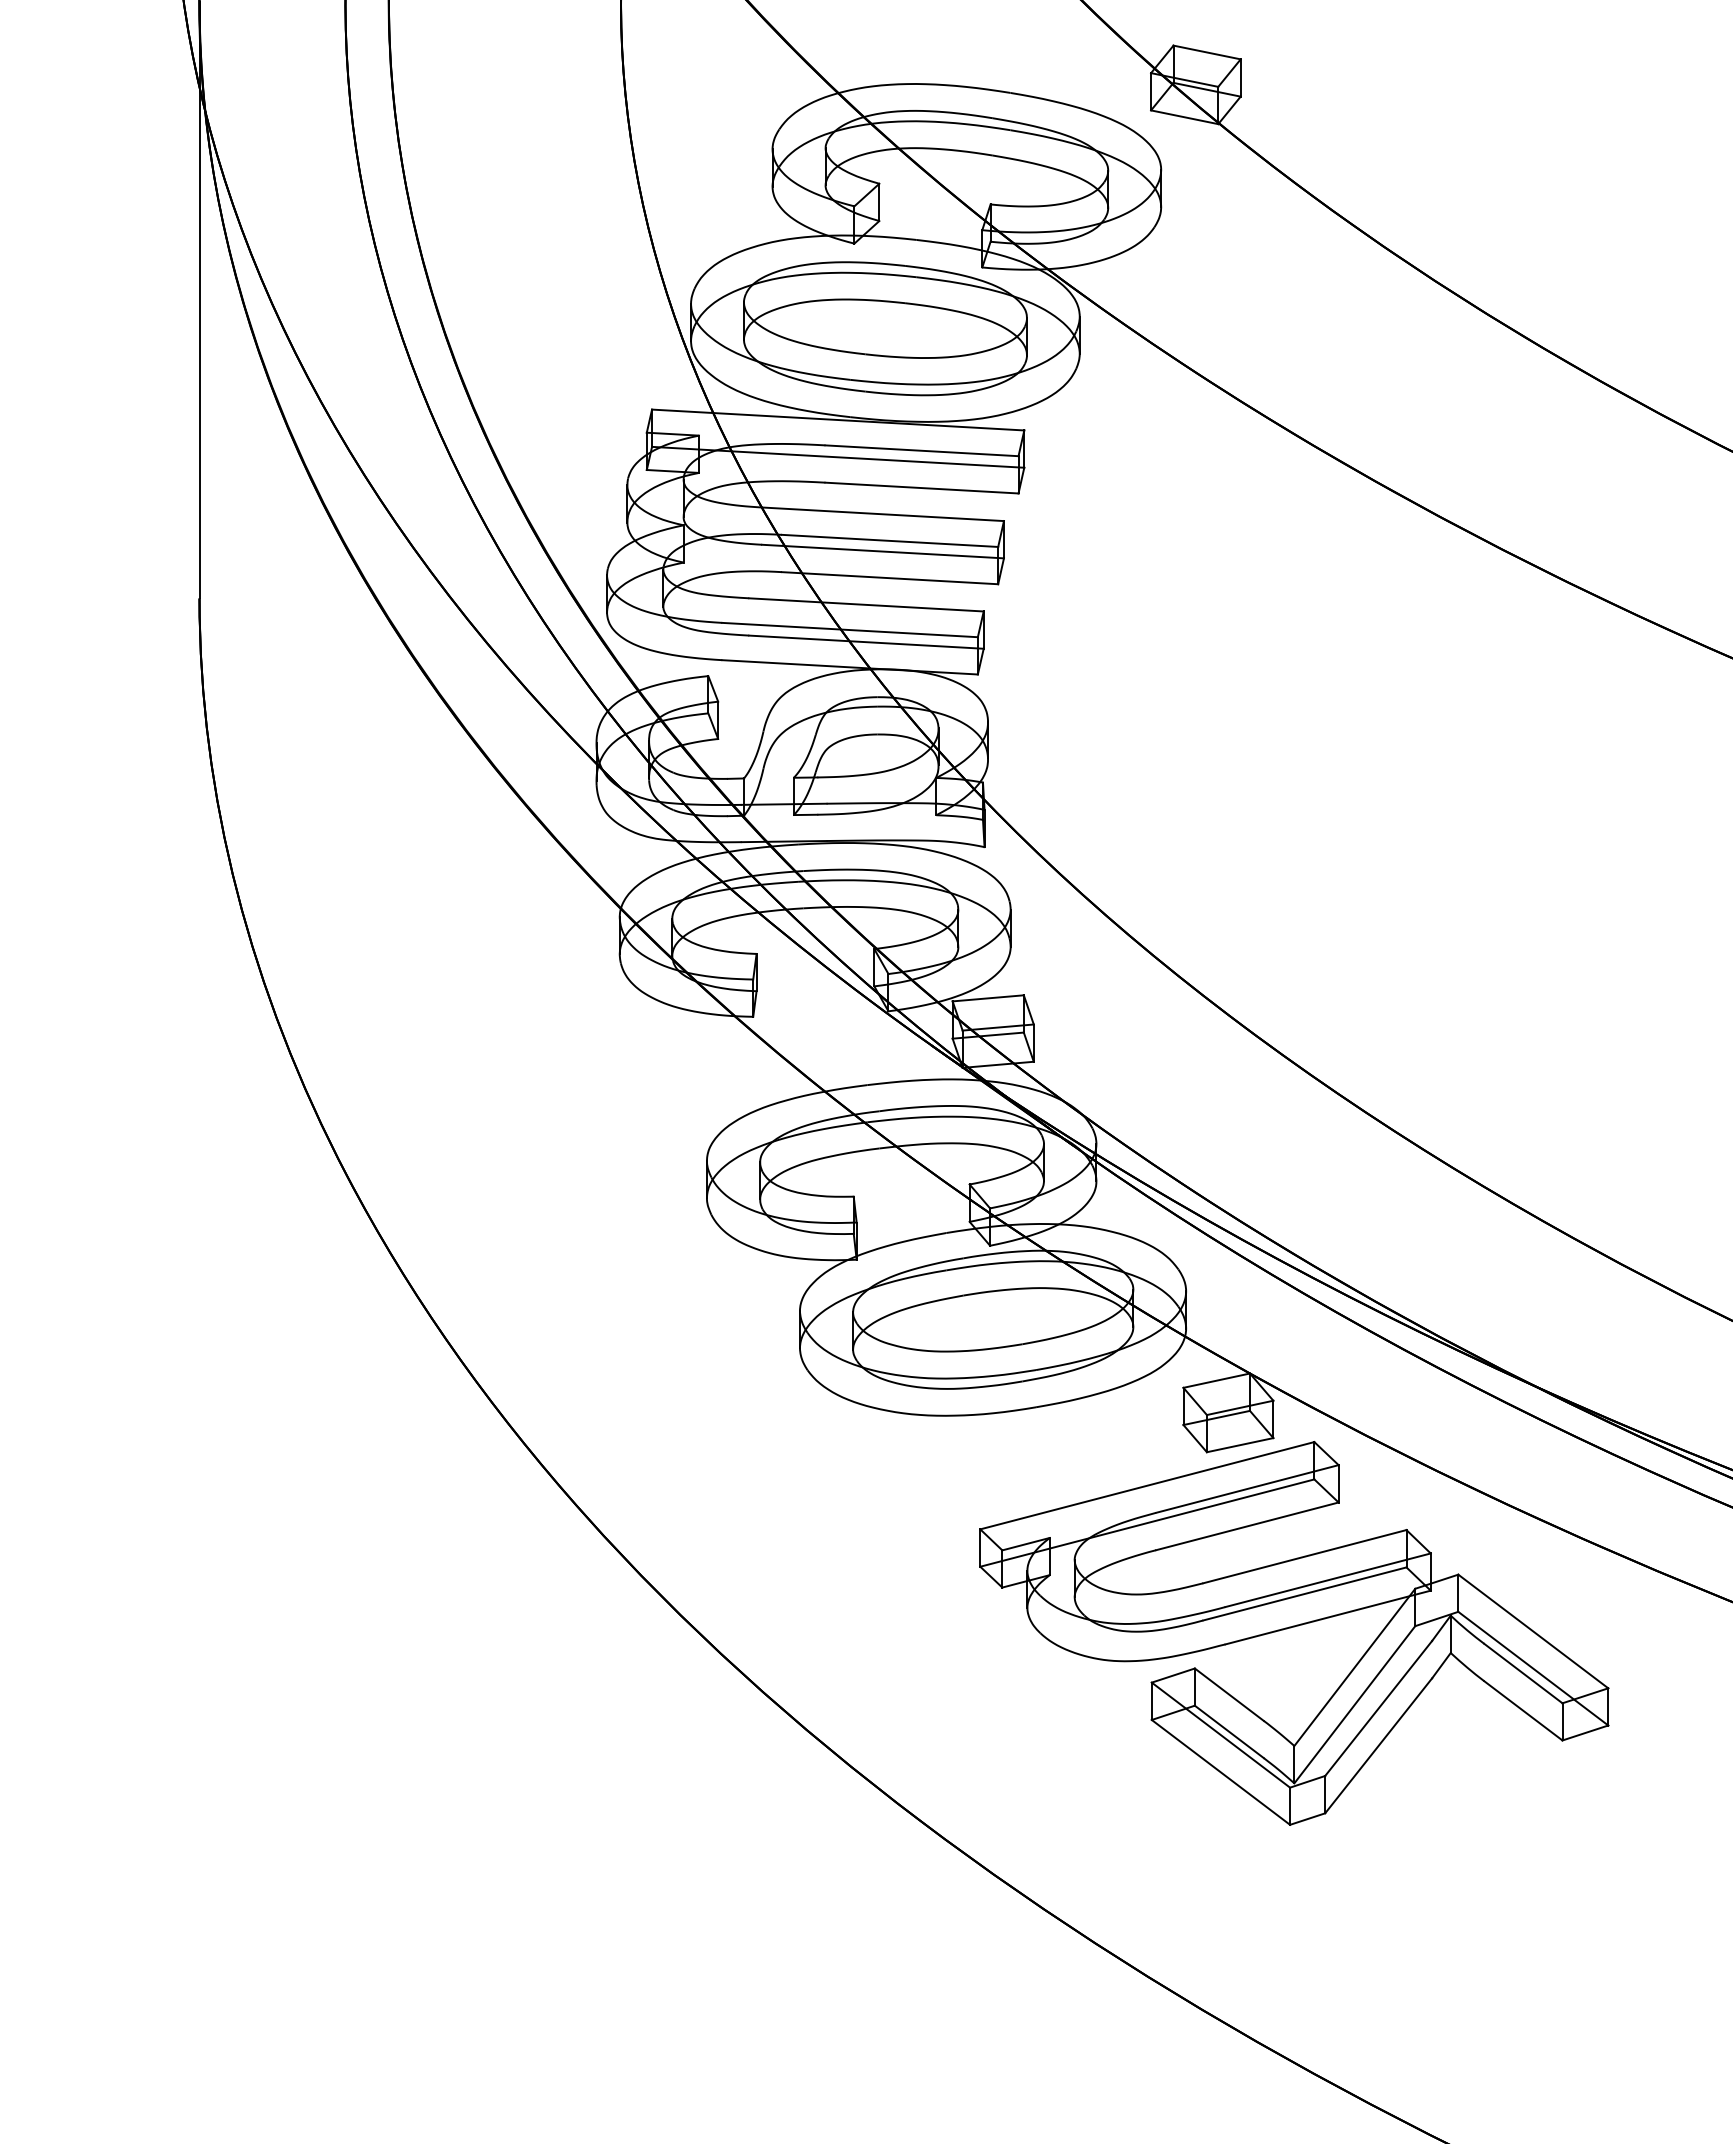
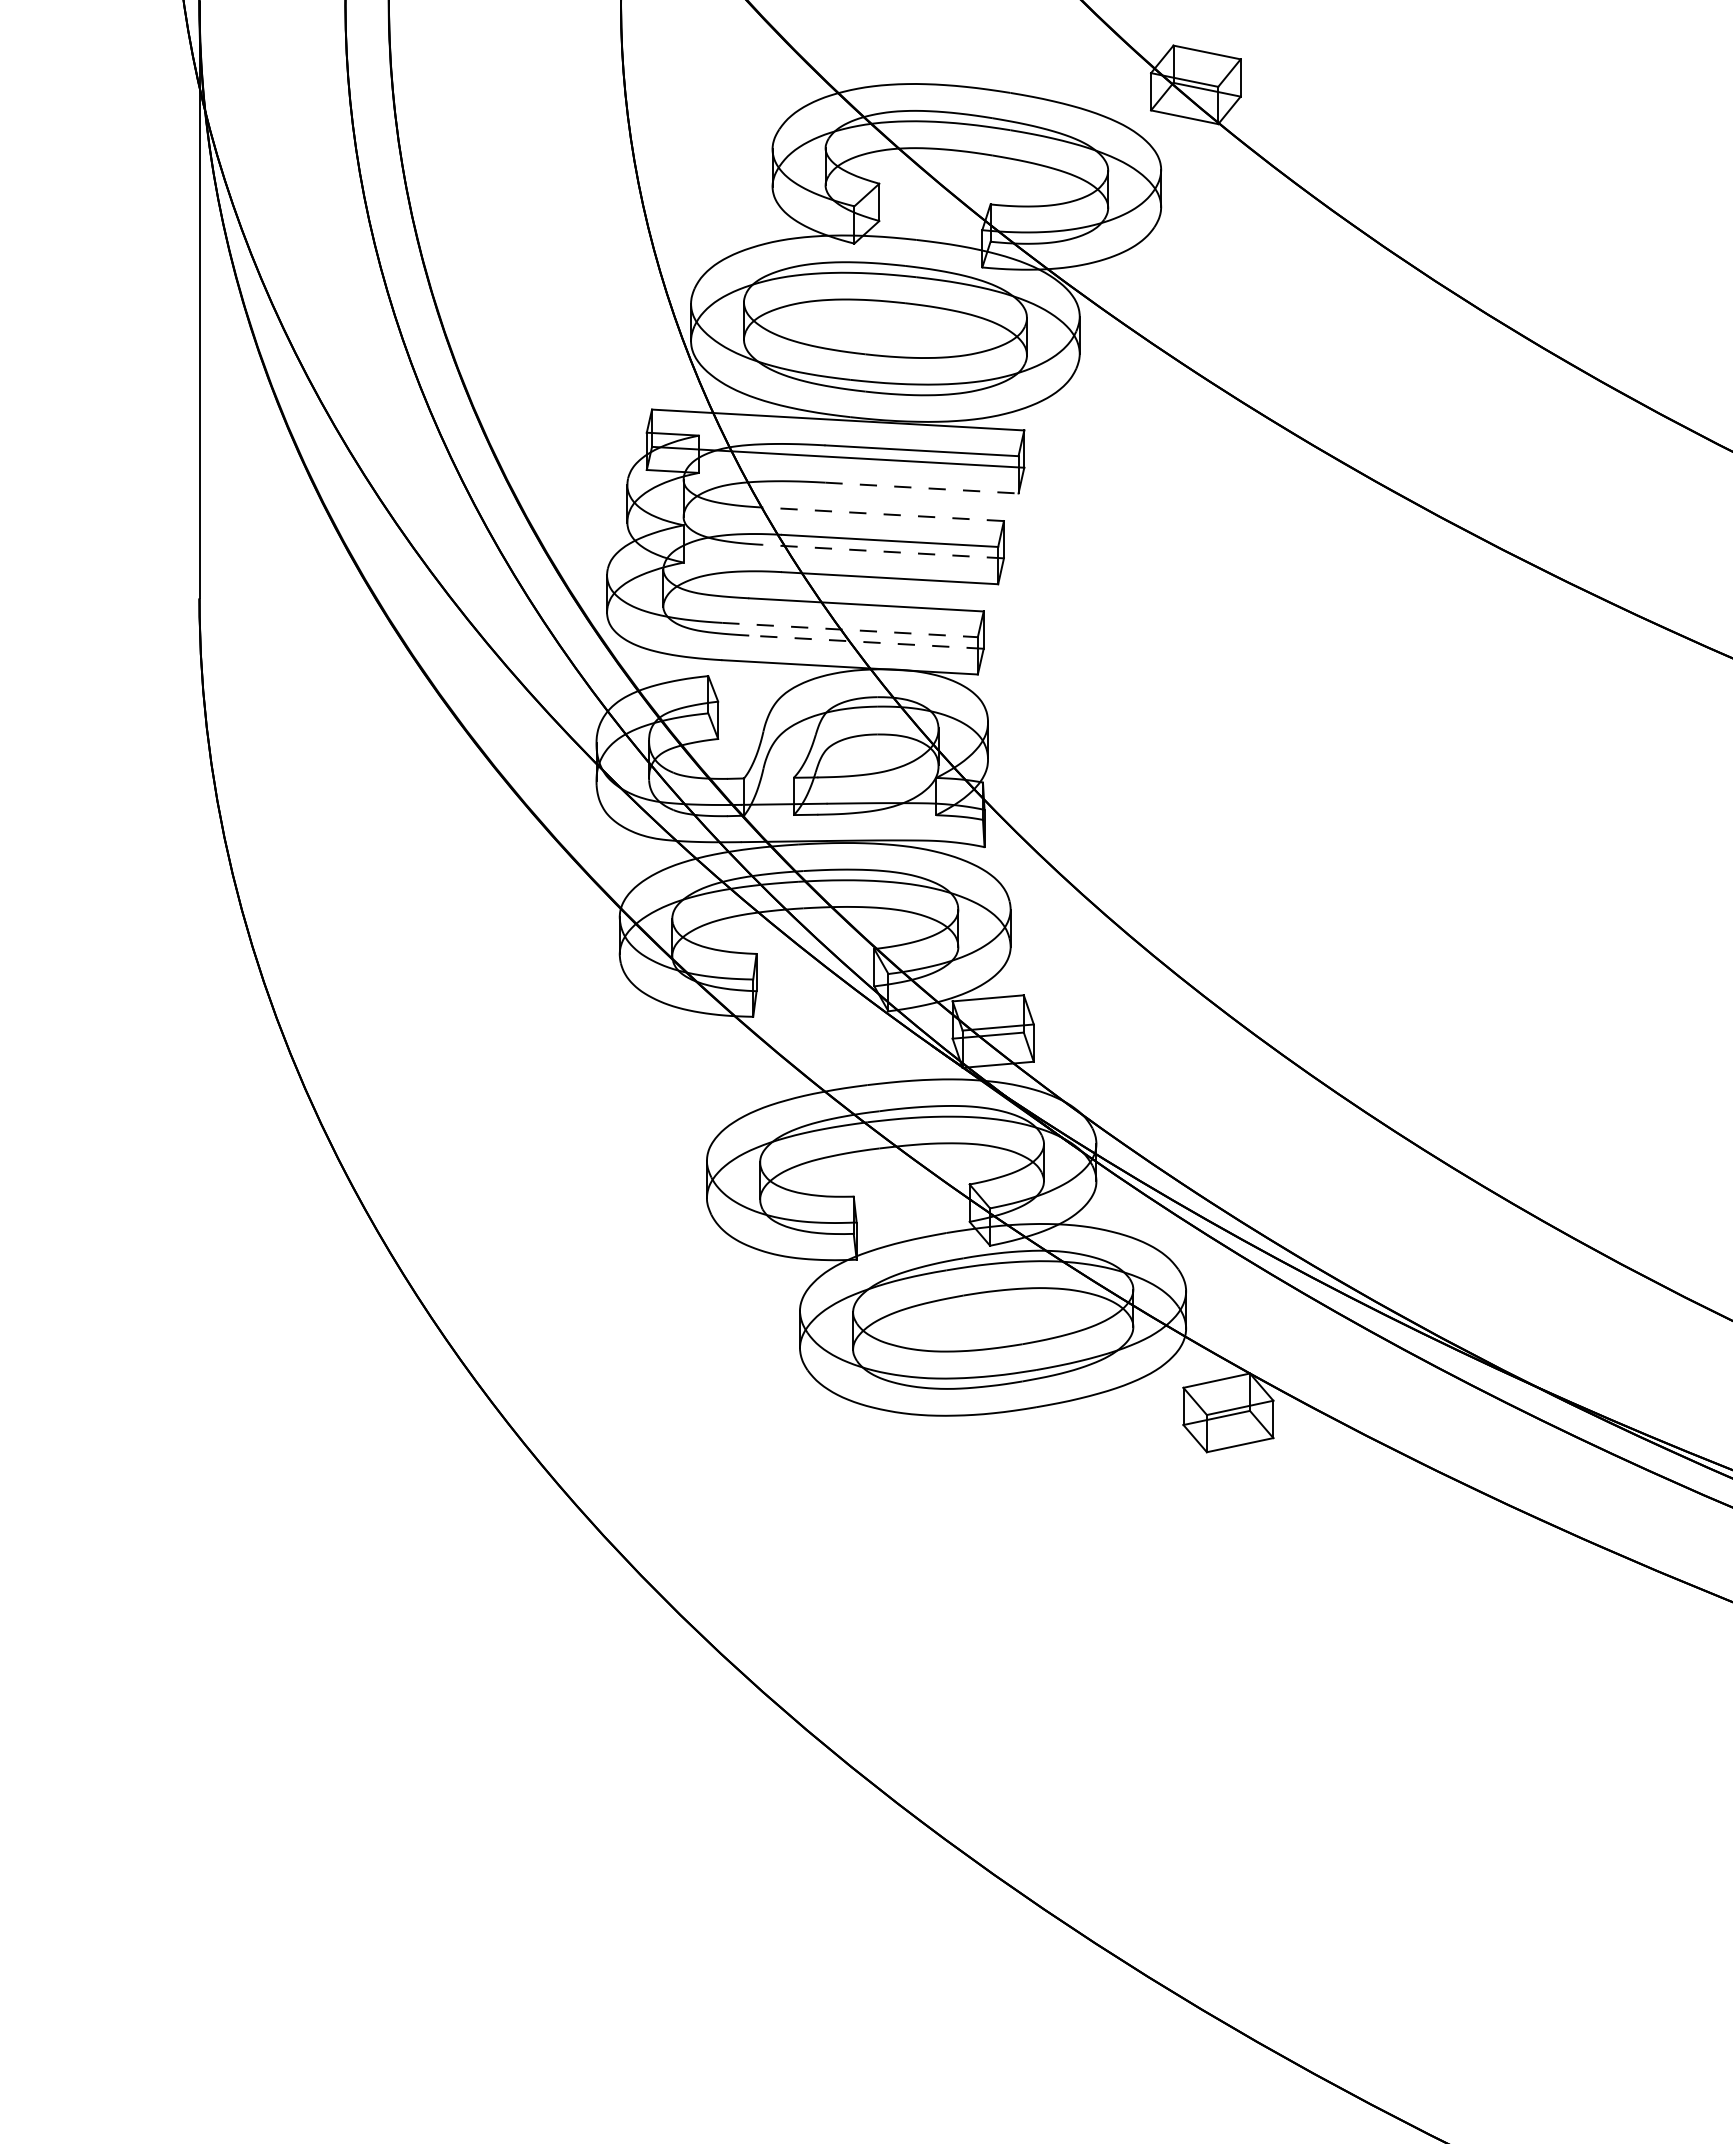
line at (921, 488): solid -> dashed
line at (882, 514): solid -> dashed
line at (882, 551): solid -> dashed
line at (850, 630): solid -> dashed
line at (865, 642): solid -> dashed
part at (1294, 1633): present -> none
